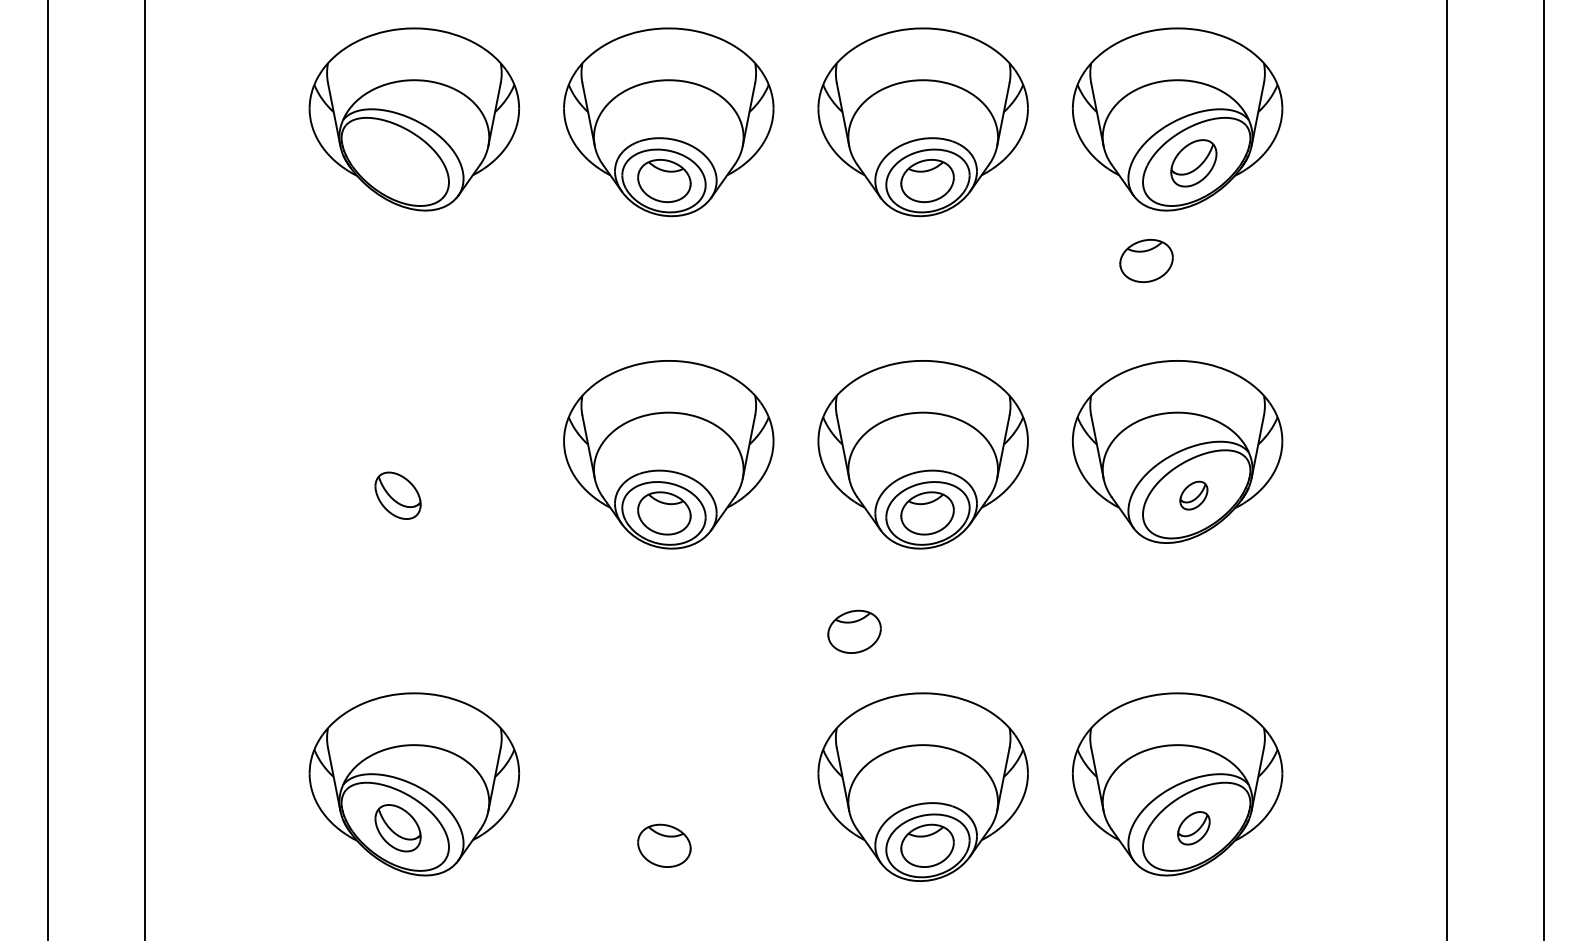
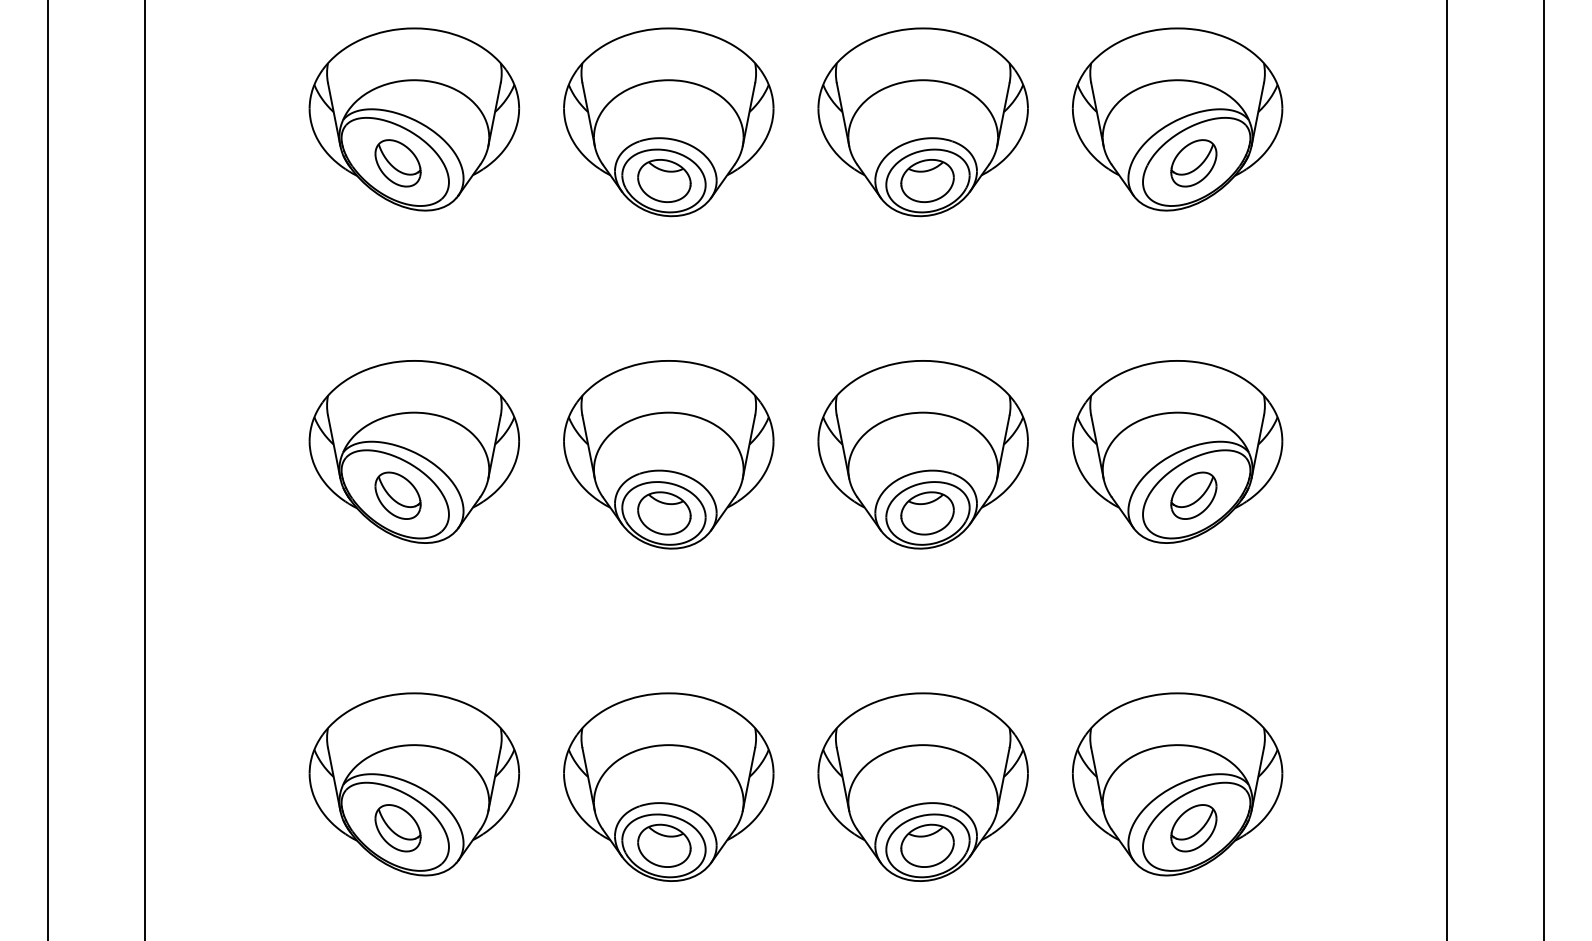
part at (397, 163): none -> present
part at (1146, 260): present -> none
part at (413, 451): none -> present
part at (1193, 495) size: 30x31 px -> 48x49 px
part at (854, 631): present -> none
part at (668, 786): none -> present
part at (1193, 828) size: 34x35 px -> 48x49 px
